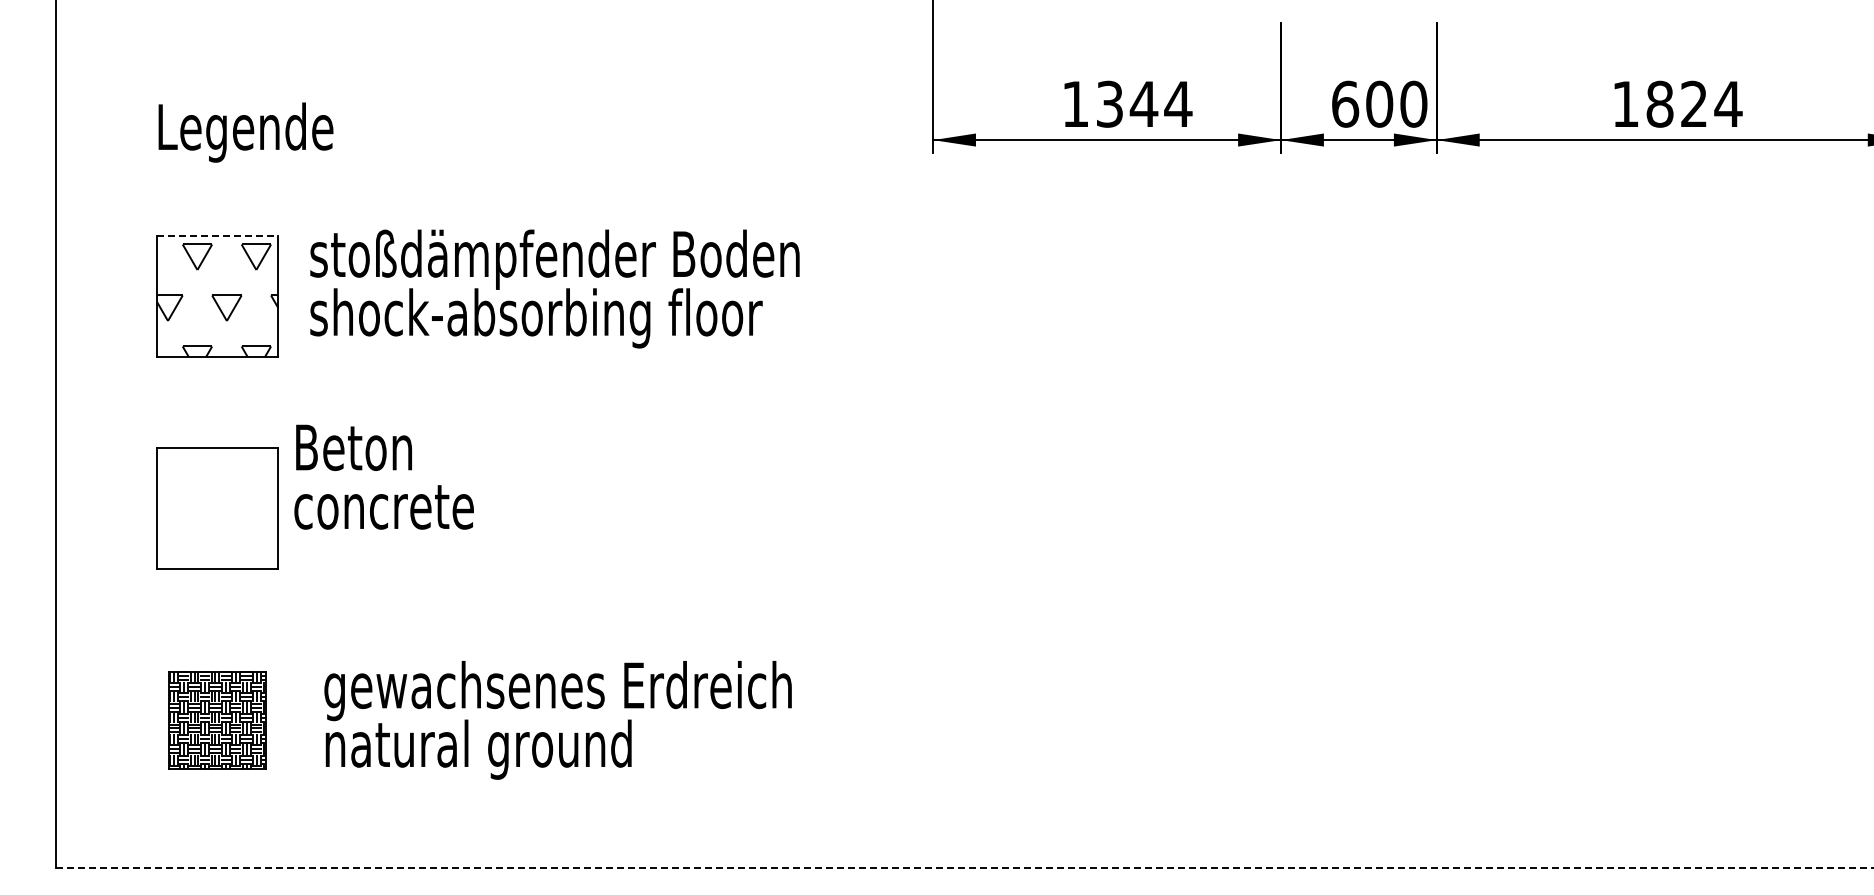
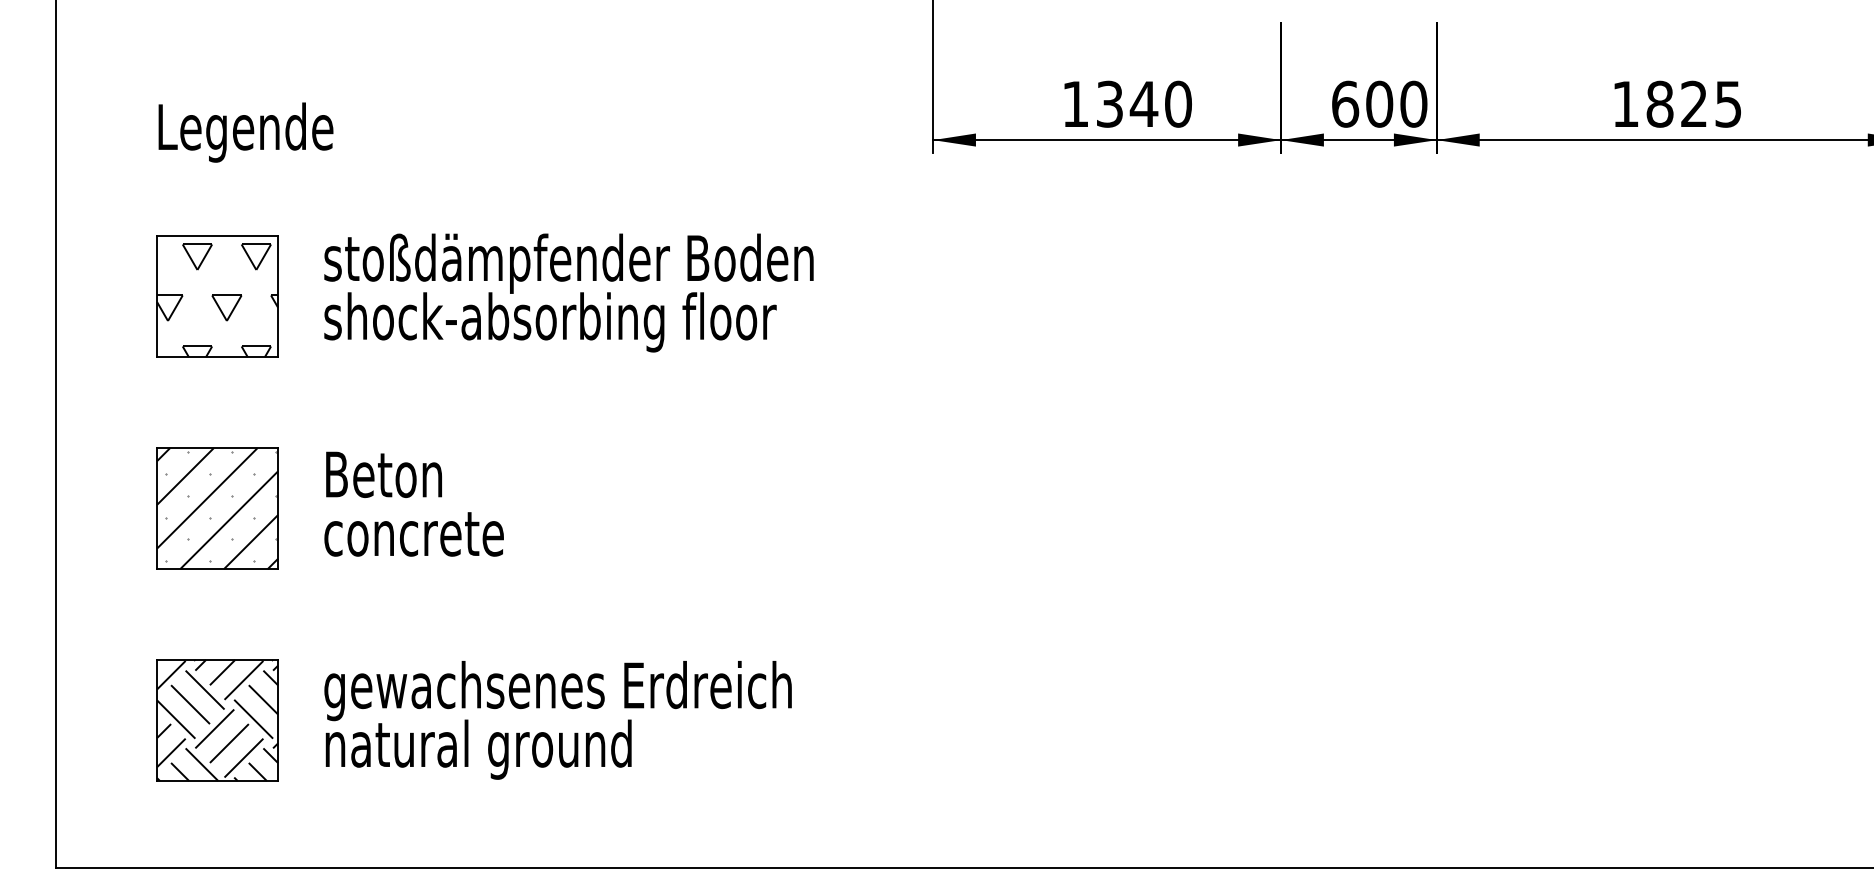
text at (1178, 103): 1344 -> 1340
text at (1728, 104): 1824 -> 1825
line at (217, 236): dashed -> solid
text at (554, 288) position: (554, 288) -> (568, 292)
text at (383, 476) position: (383, 476) -> (413, 503)
hatch at (217, 508): none -> present
part at (217, 720) size: 99x99 px -> 123x123 px
line at (965, 868): dashed -> solid
